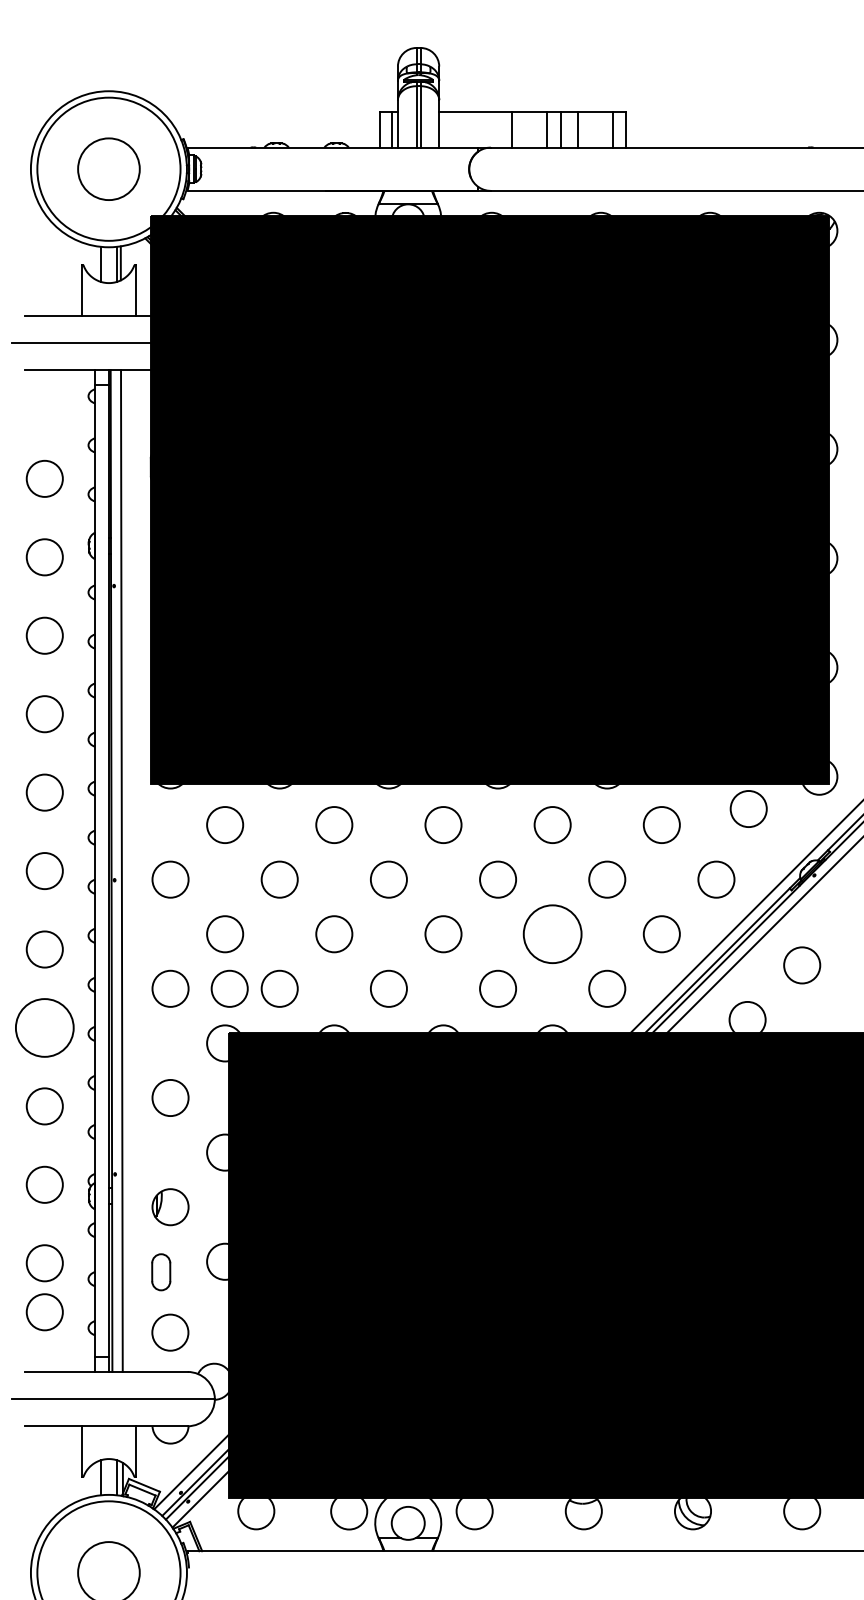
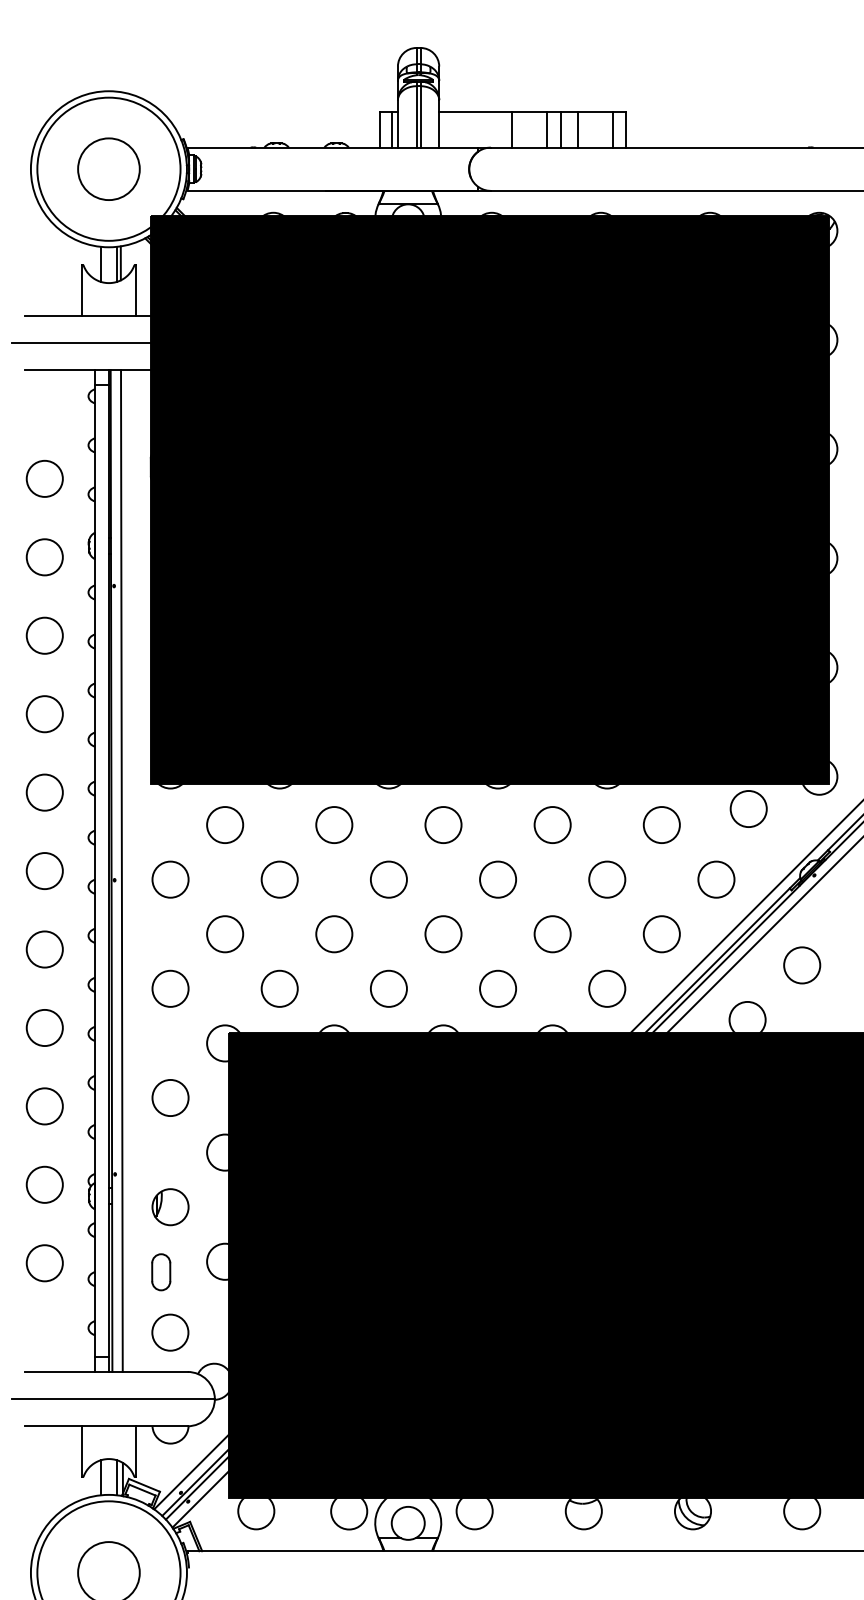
circle at (552, 934) diameter: 58 px -> 36 px
circle at (229, 988): present -> none
circle at (44, 1027) diameter: 58 px -> 36 px
circle at (44, 1312): present -> none
